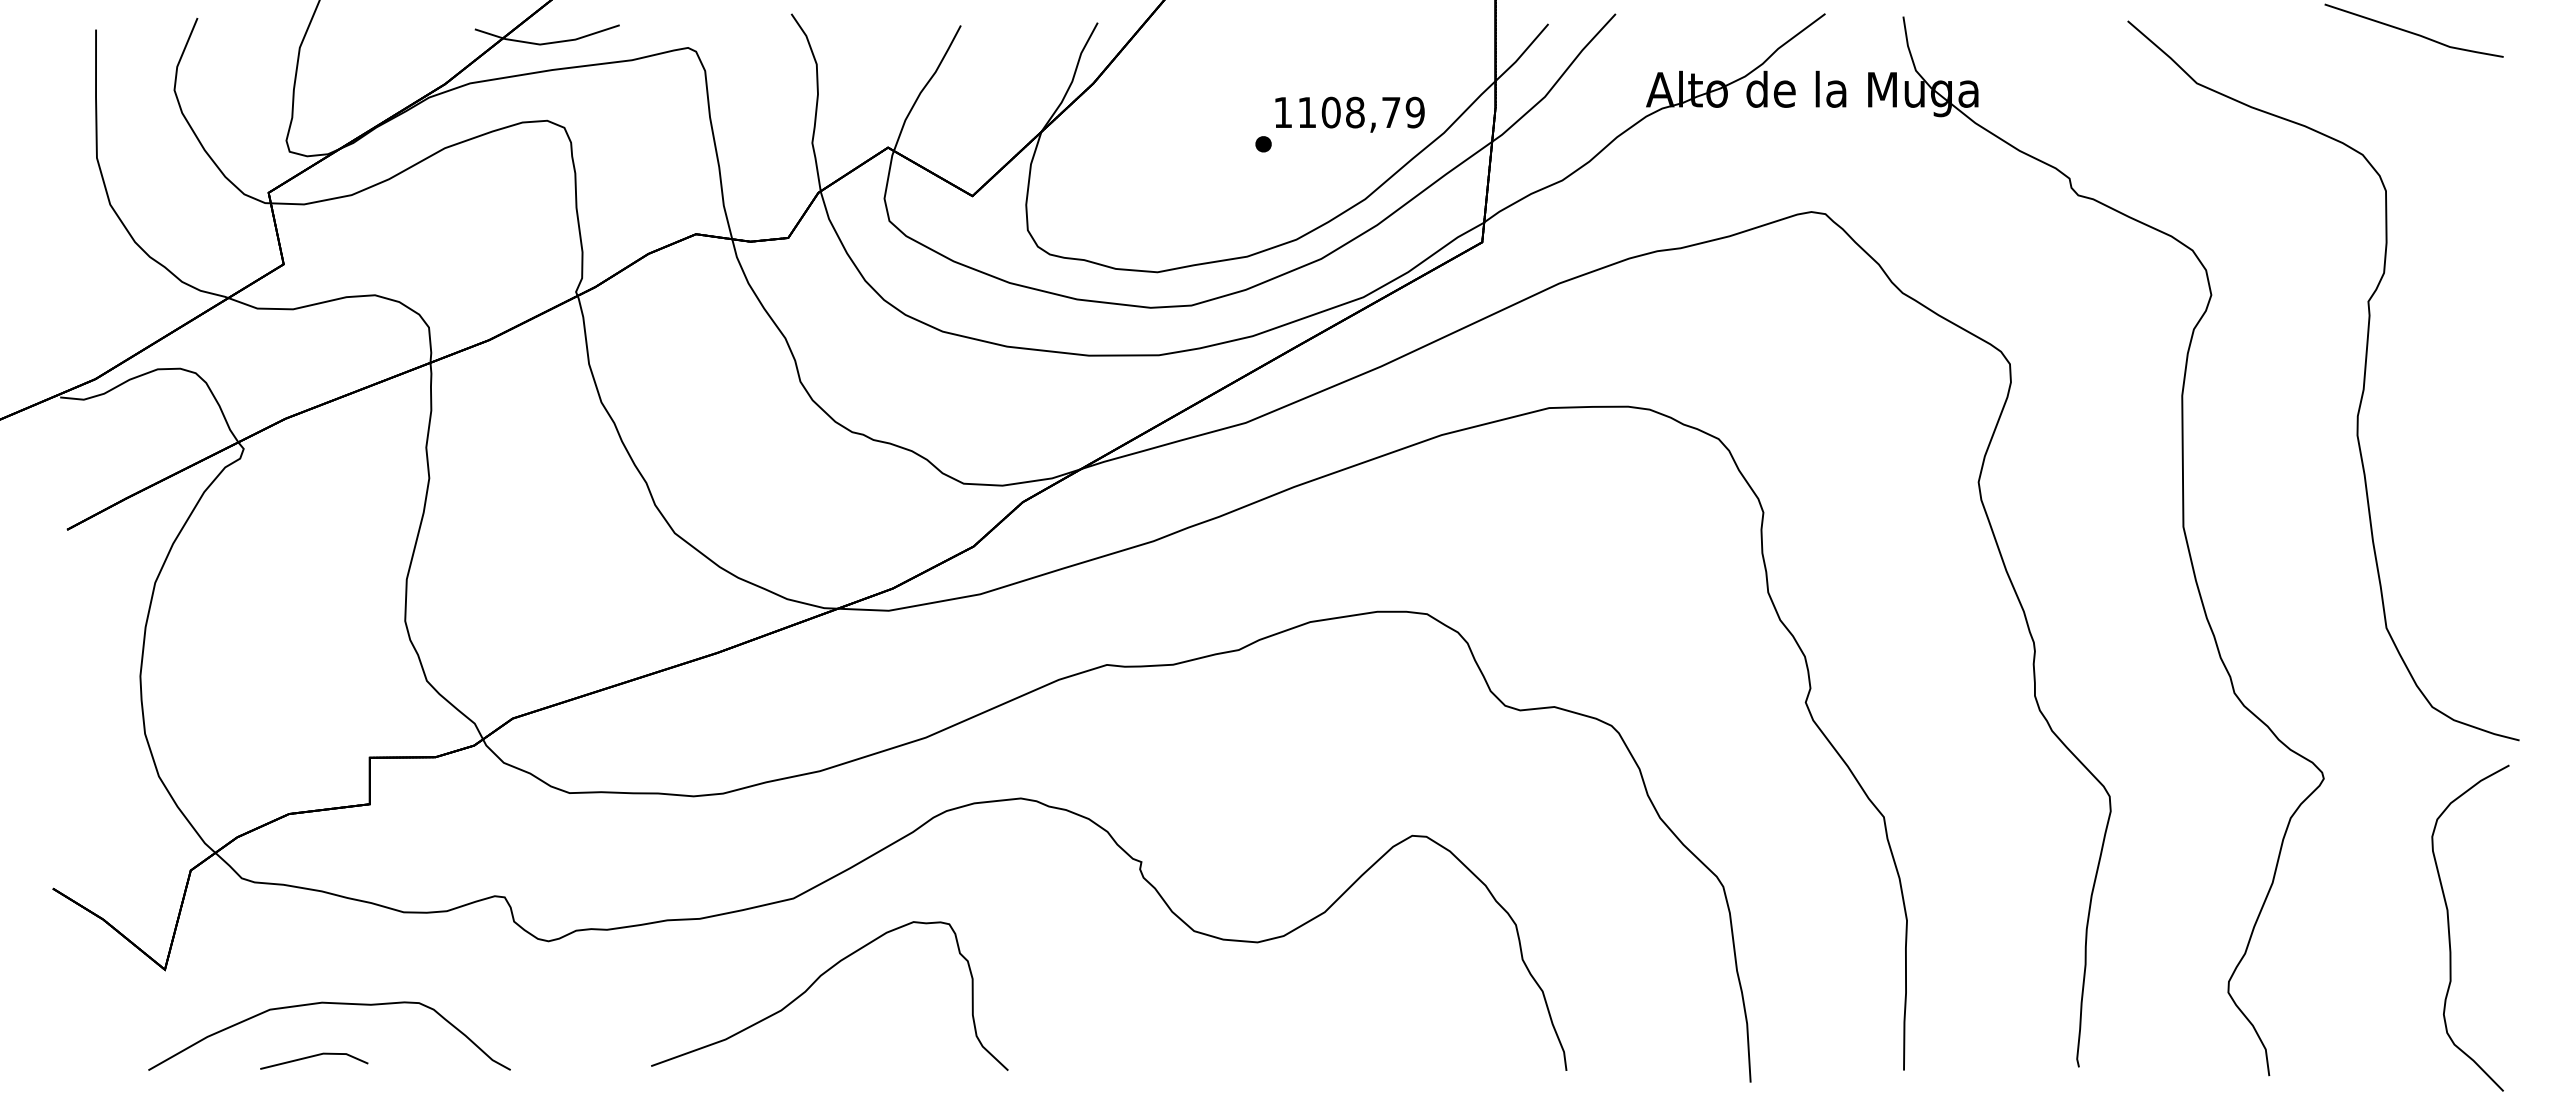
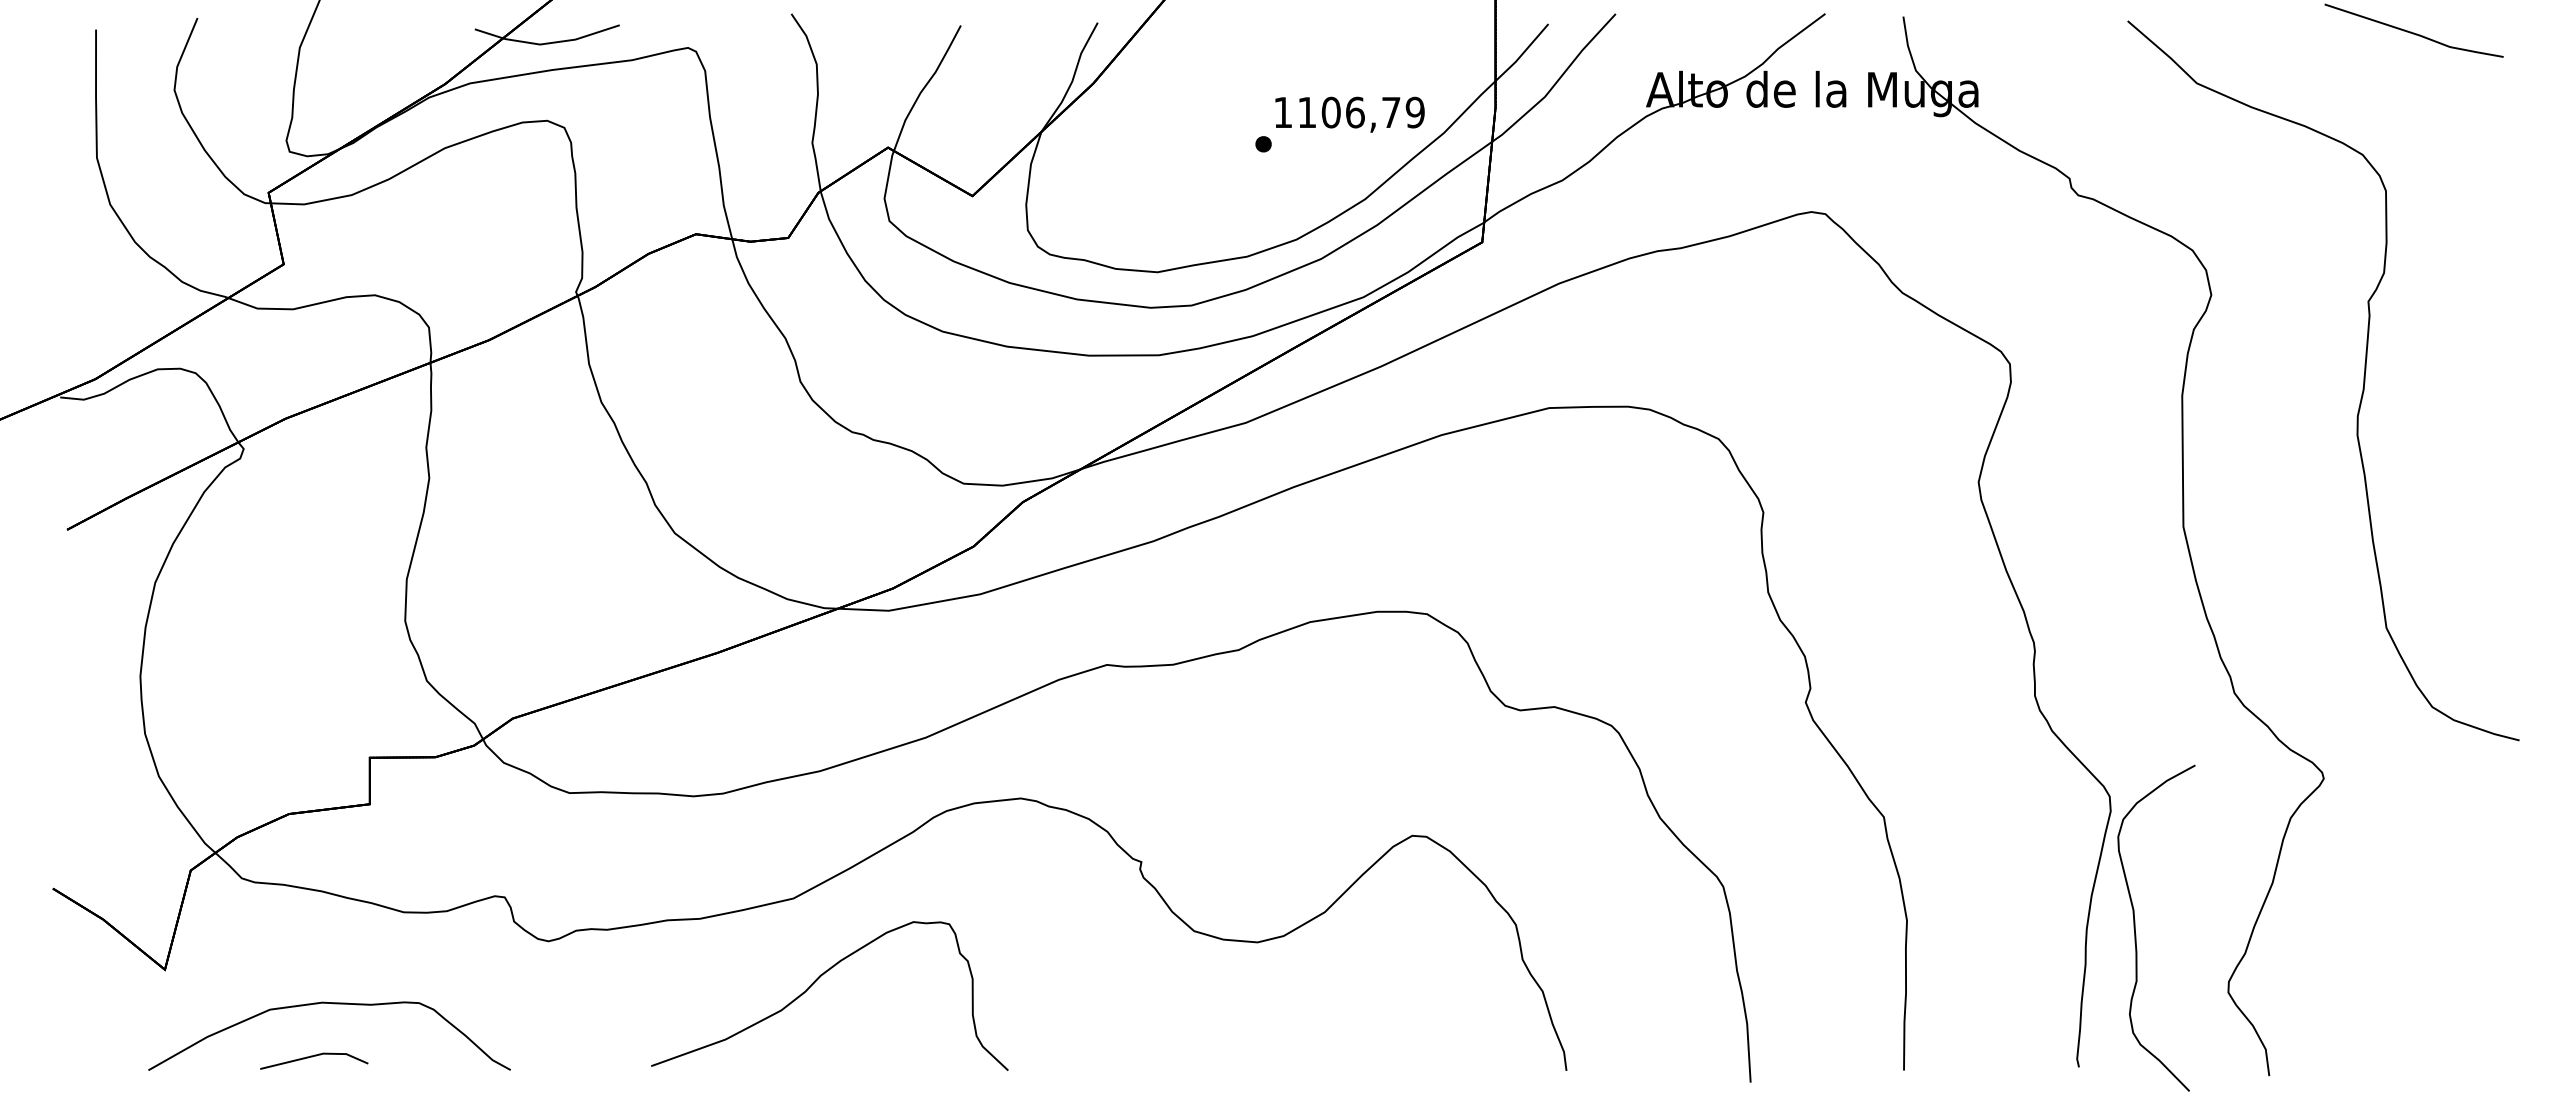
text at (1355, 112): 1108,79 -> 1106,79
curve at (2449, 927) position: (2449, 927) -> (2135, 927)
